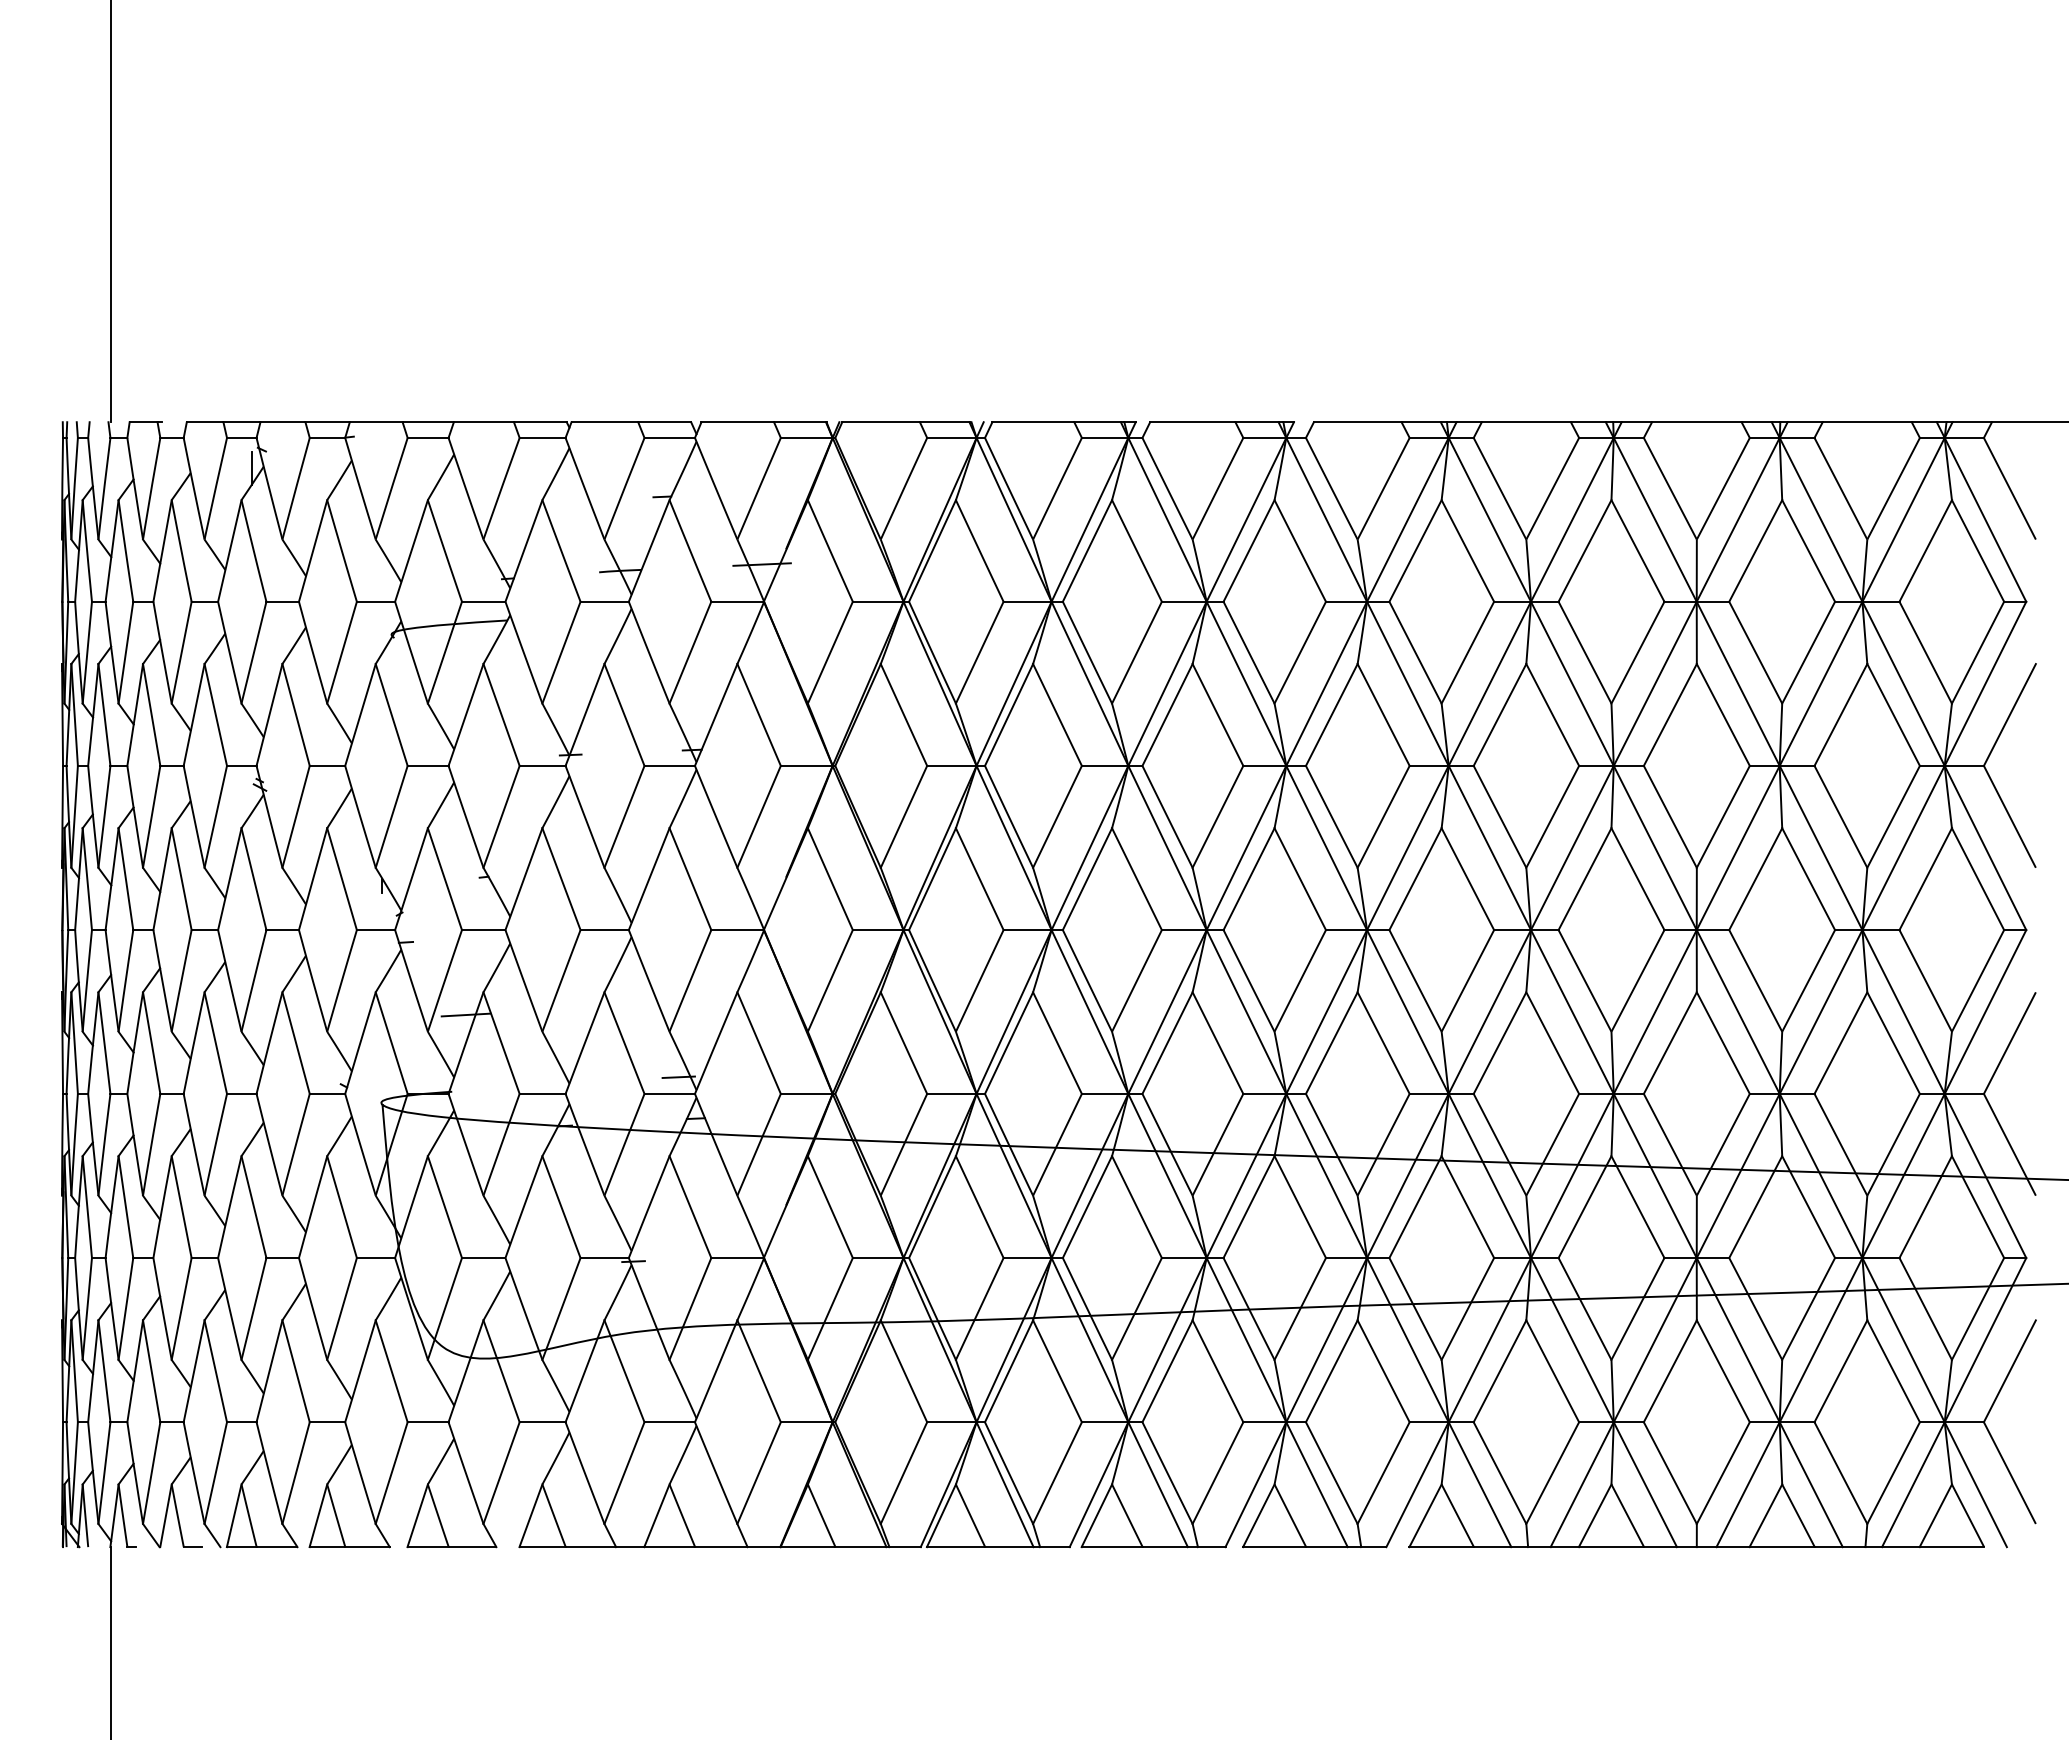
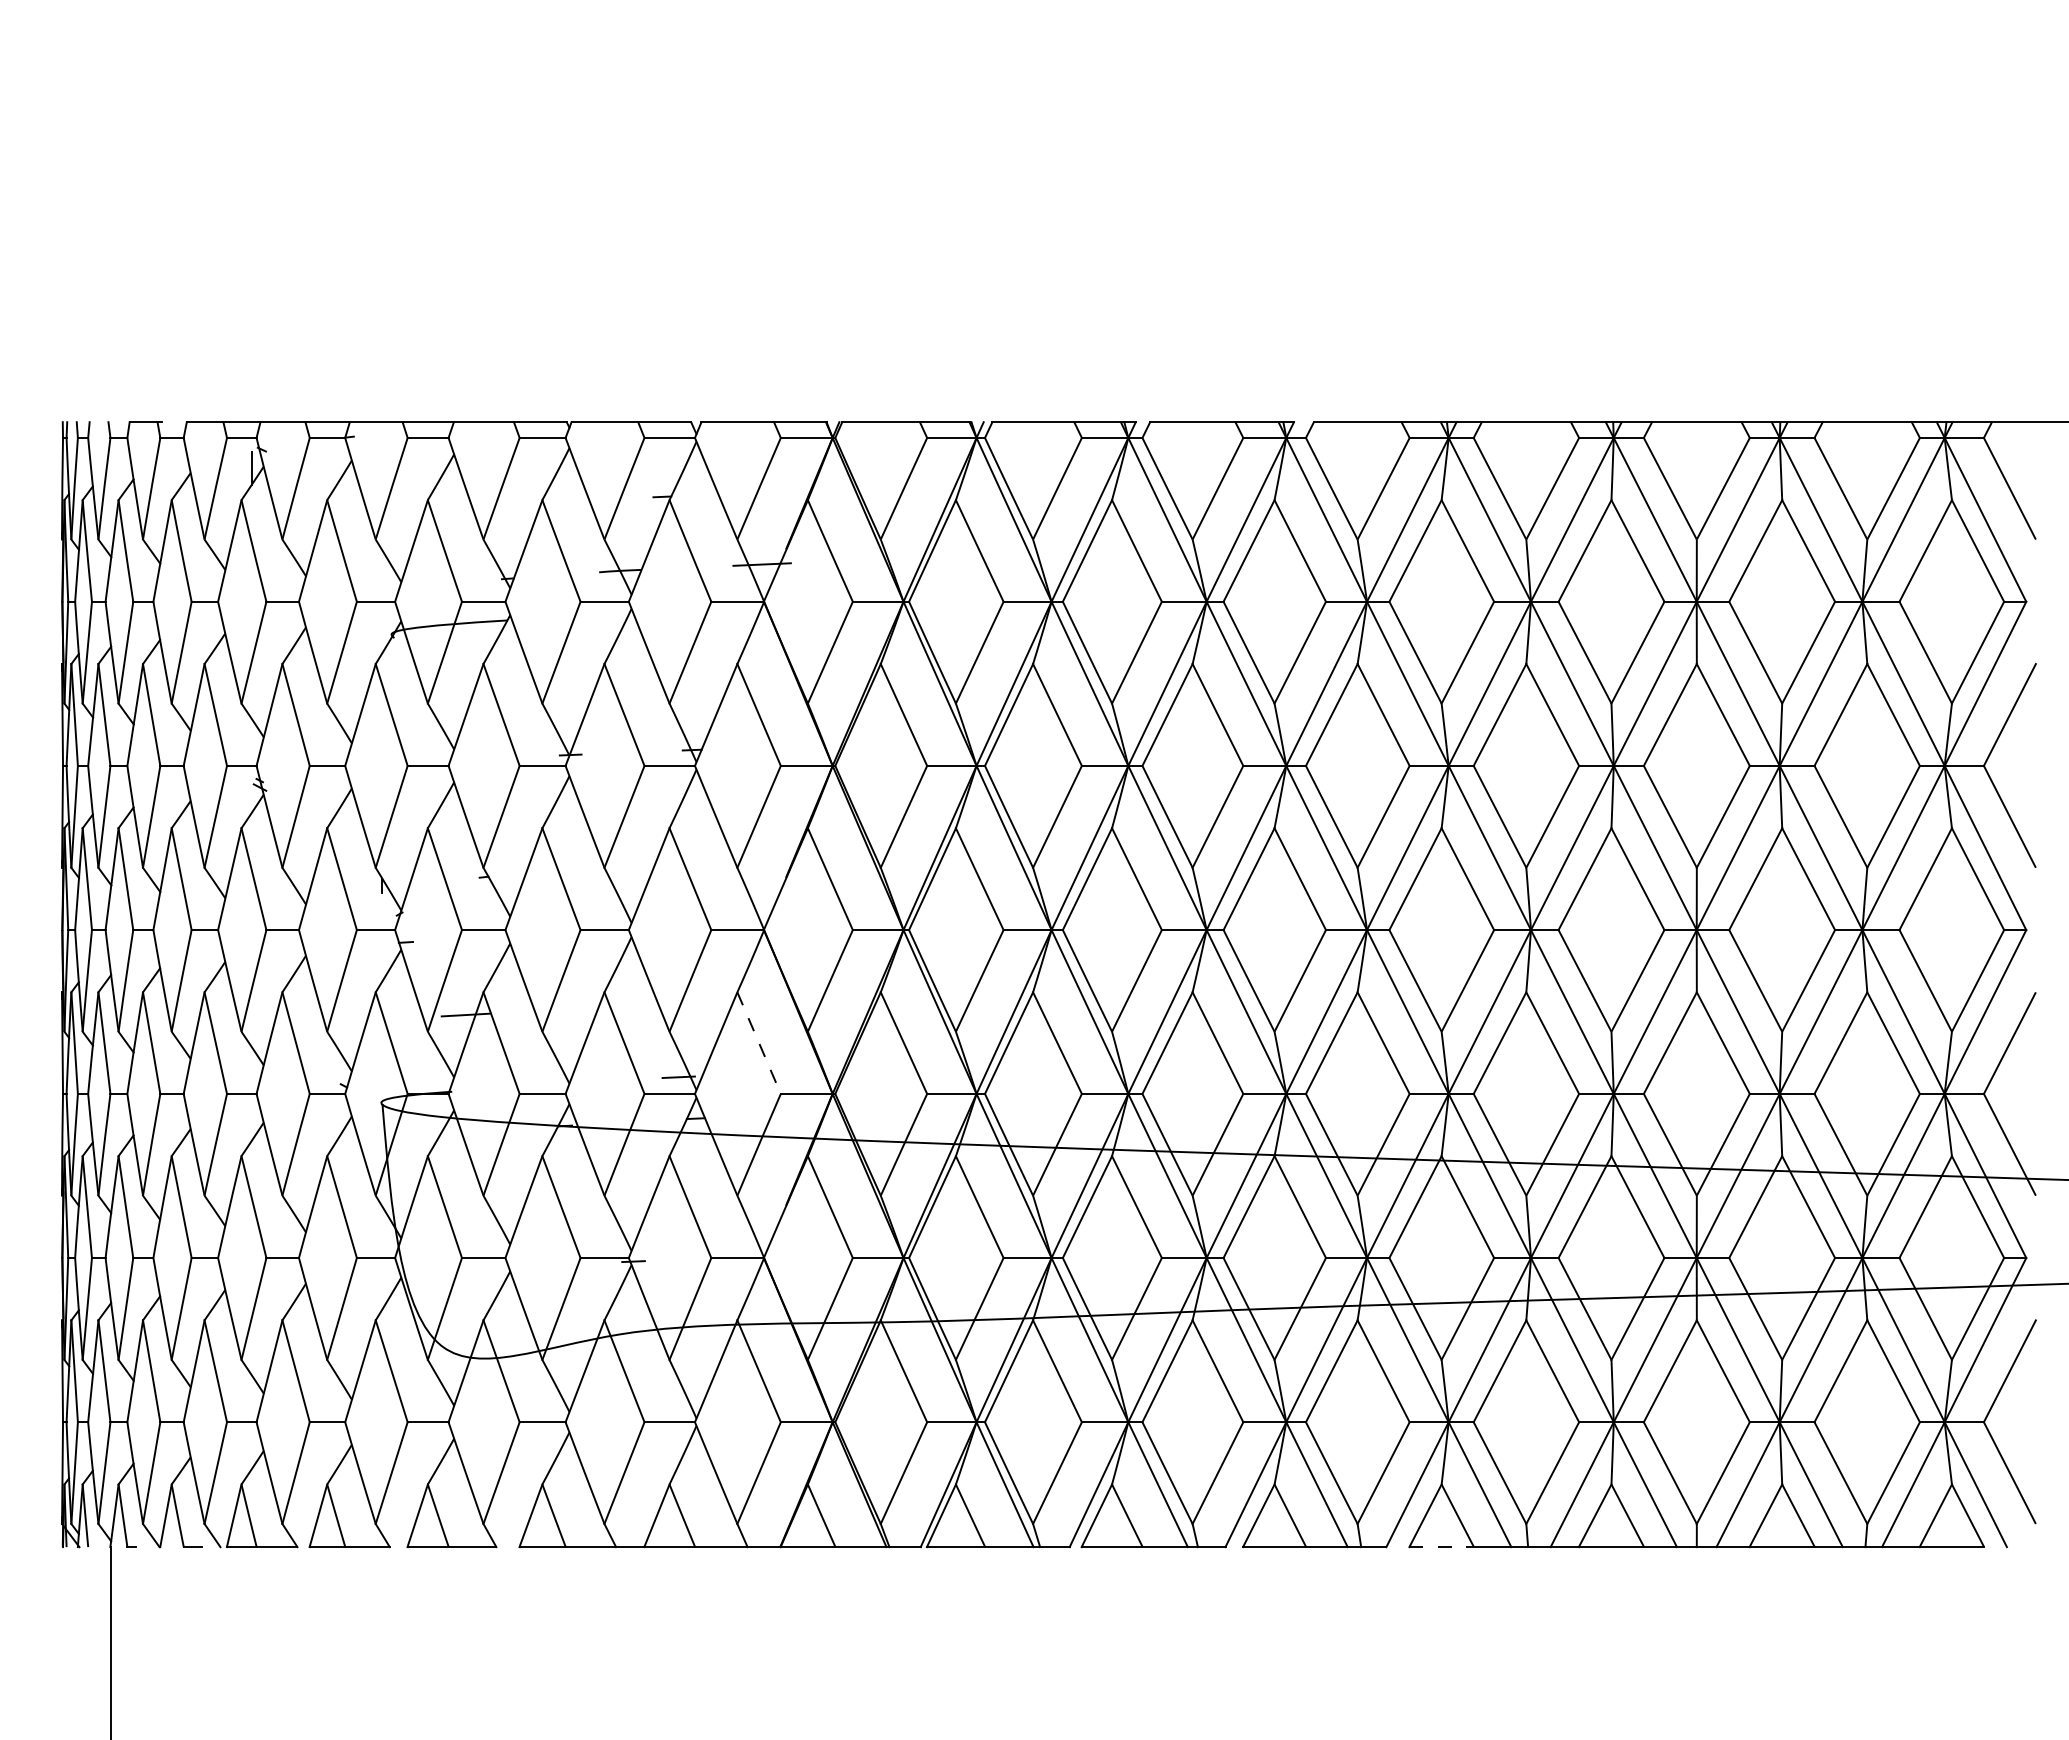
line at (111, 212): present -> none
line at (759, 1043): solid -> dashed
line at (1442, 1547): solid -> dashed
